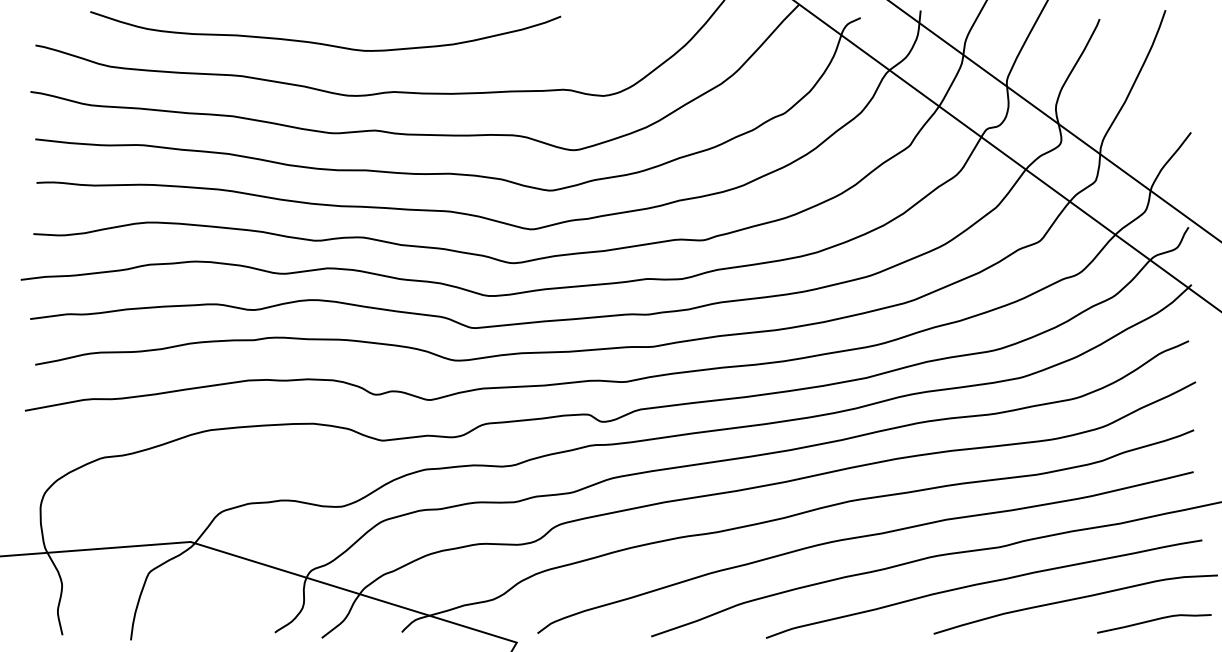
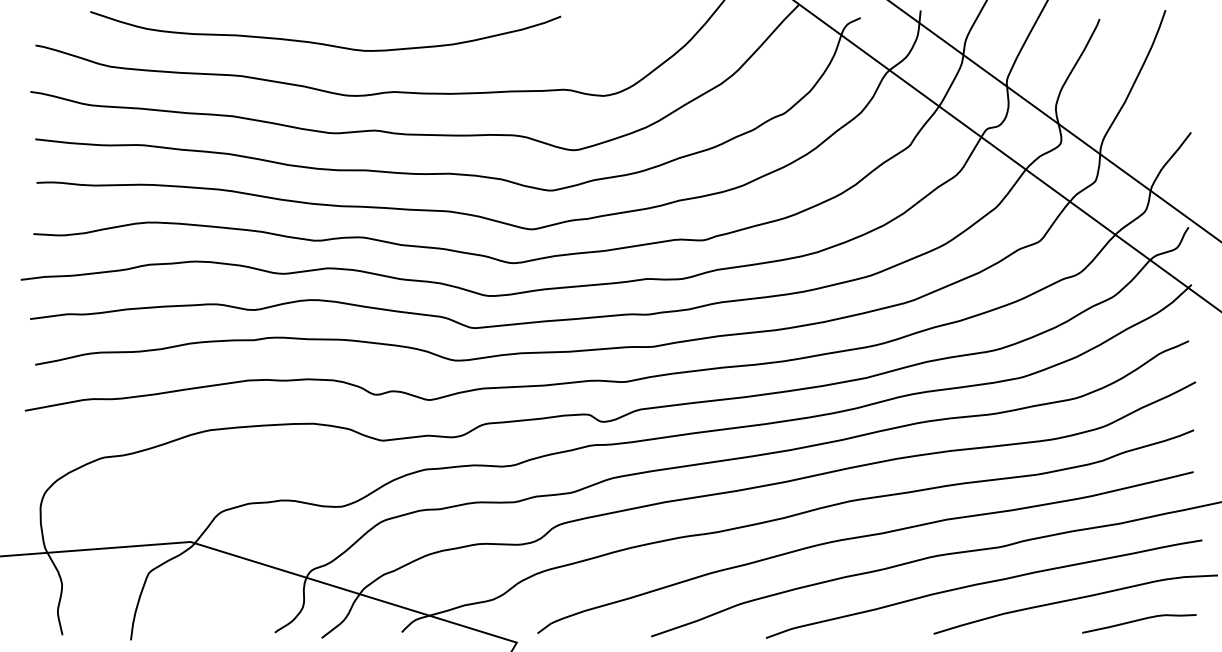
curve at (1153, 621) position: (1153, 621) -> (1138, 621)
